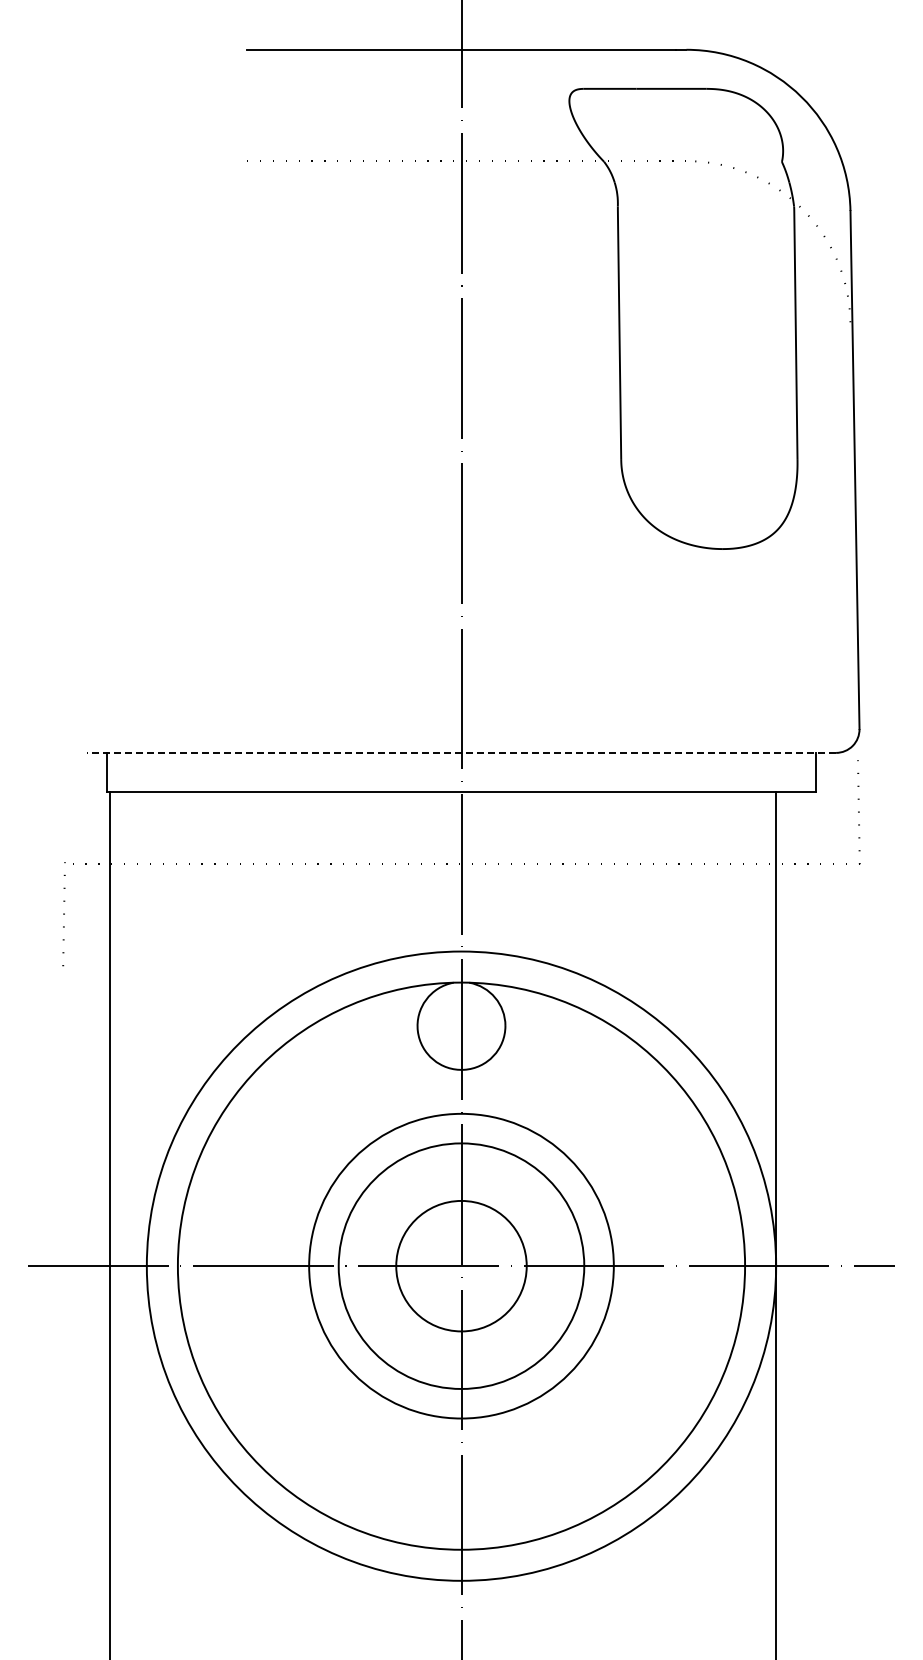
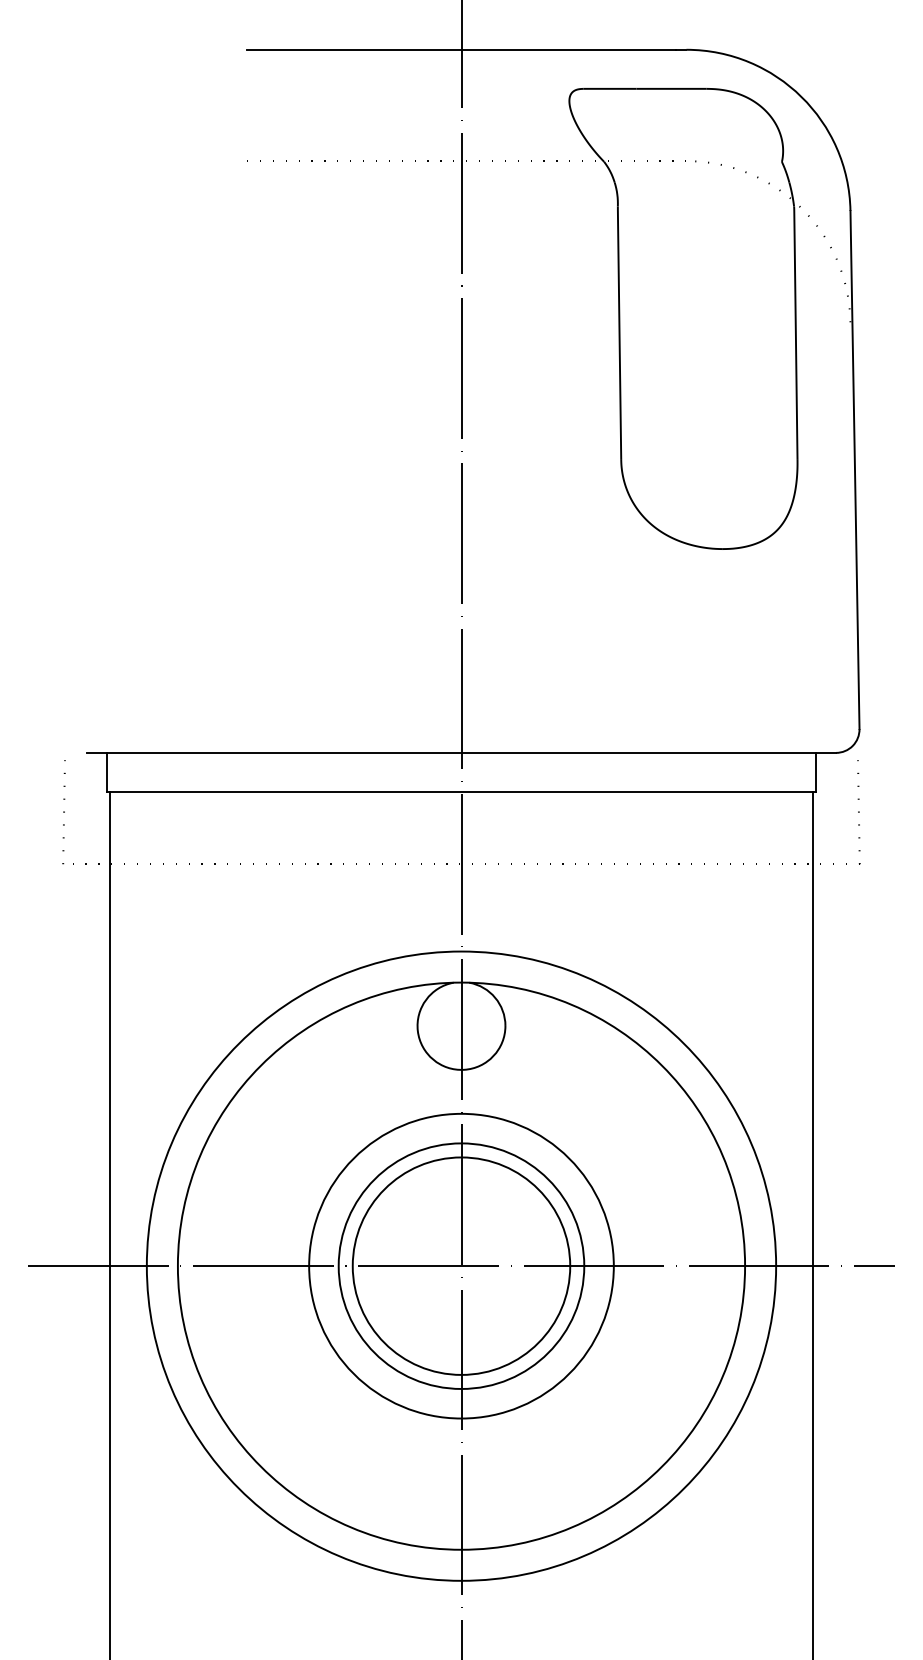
line at (461, 752): dashed -> solid
line at (63, 914) position: (63, 914) -> (63, 812)
line at (776, 1223) position: (776, 1223) -> (813, 1223)
circle at (461, 1265) diameter: 130 px -> 217 px
